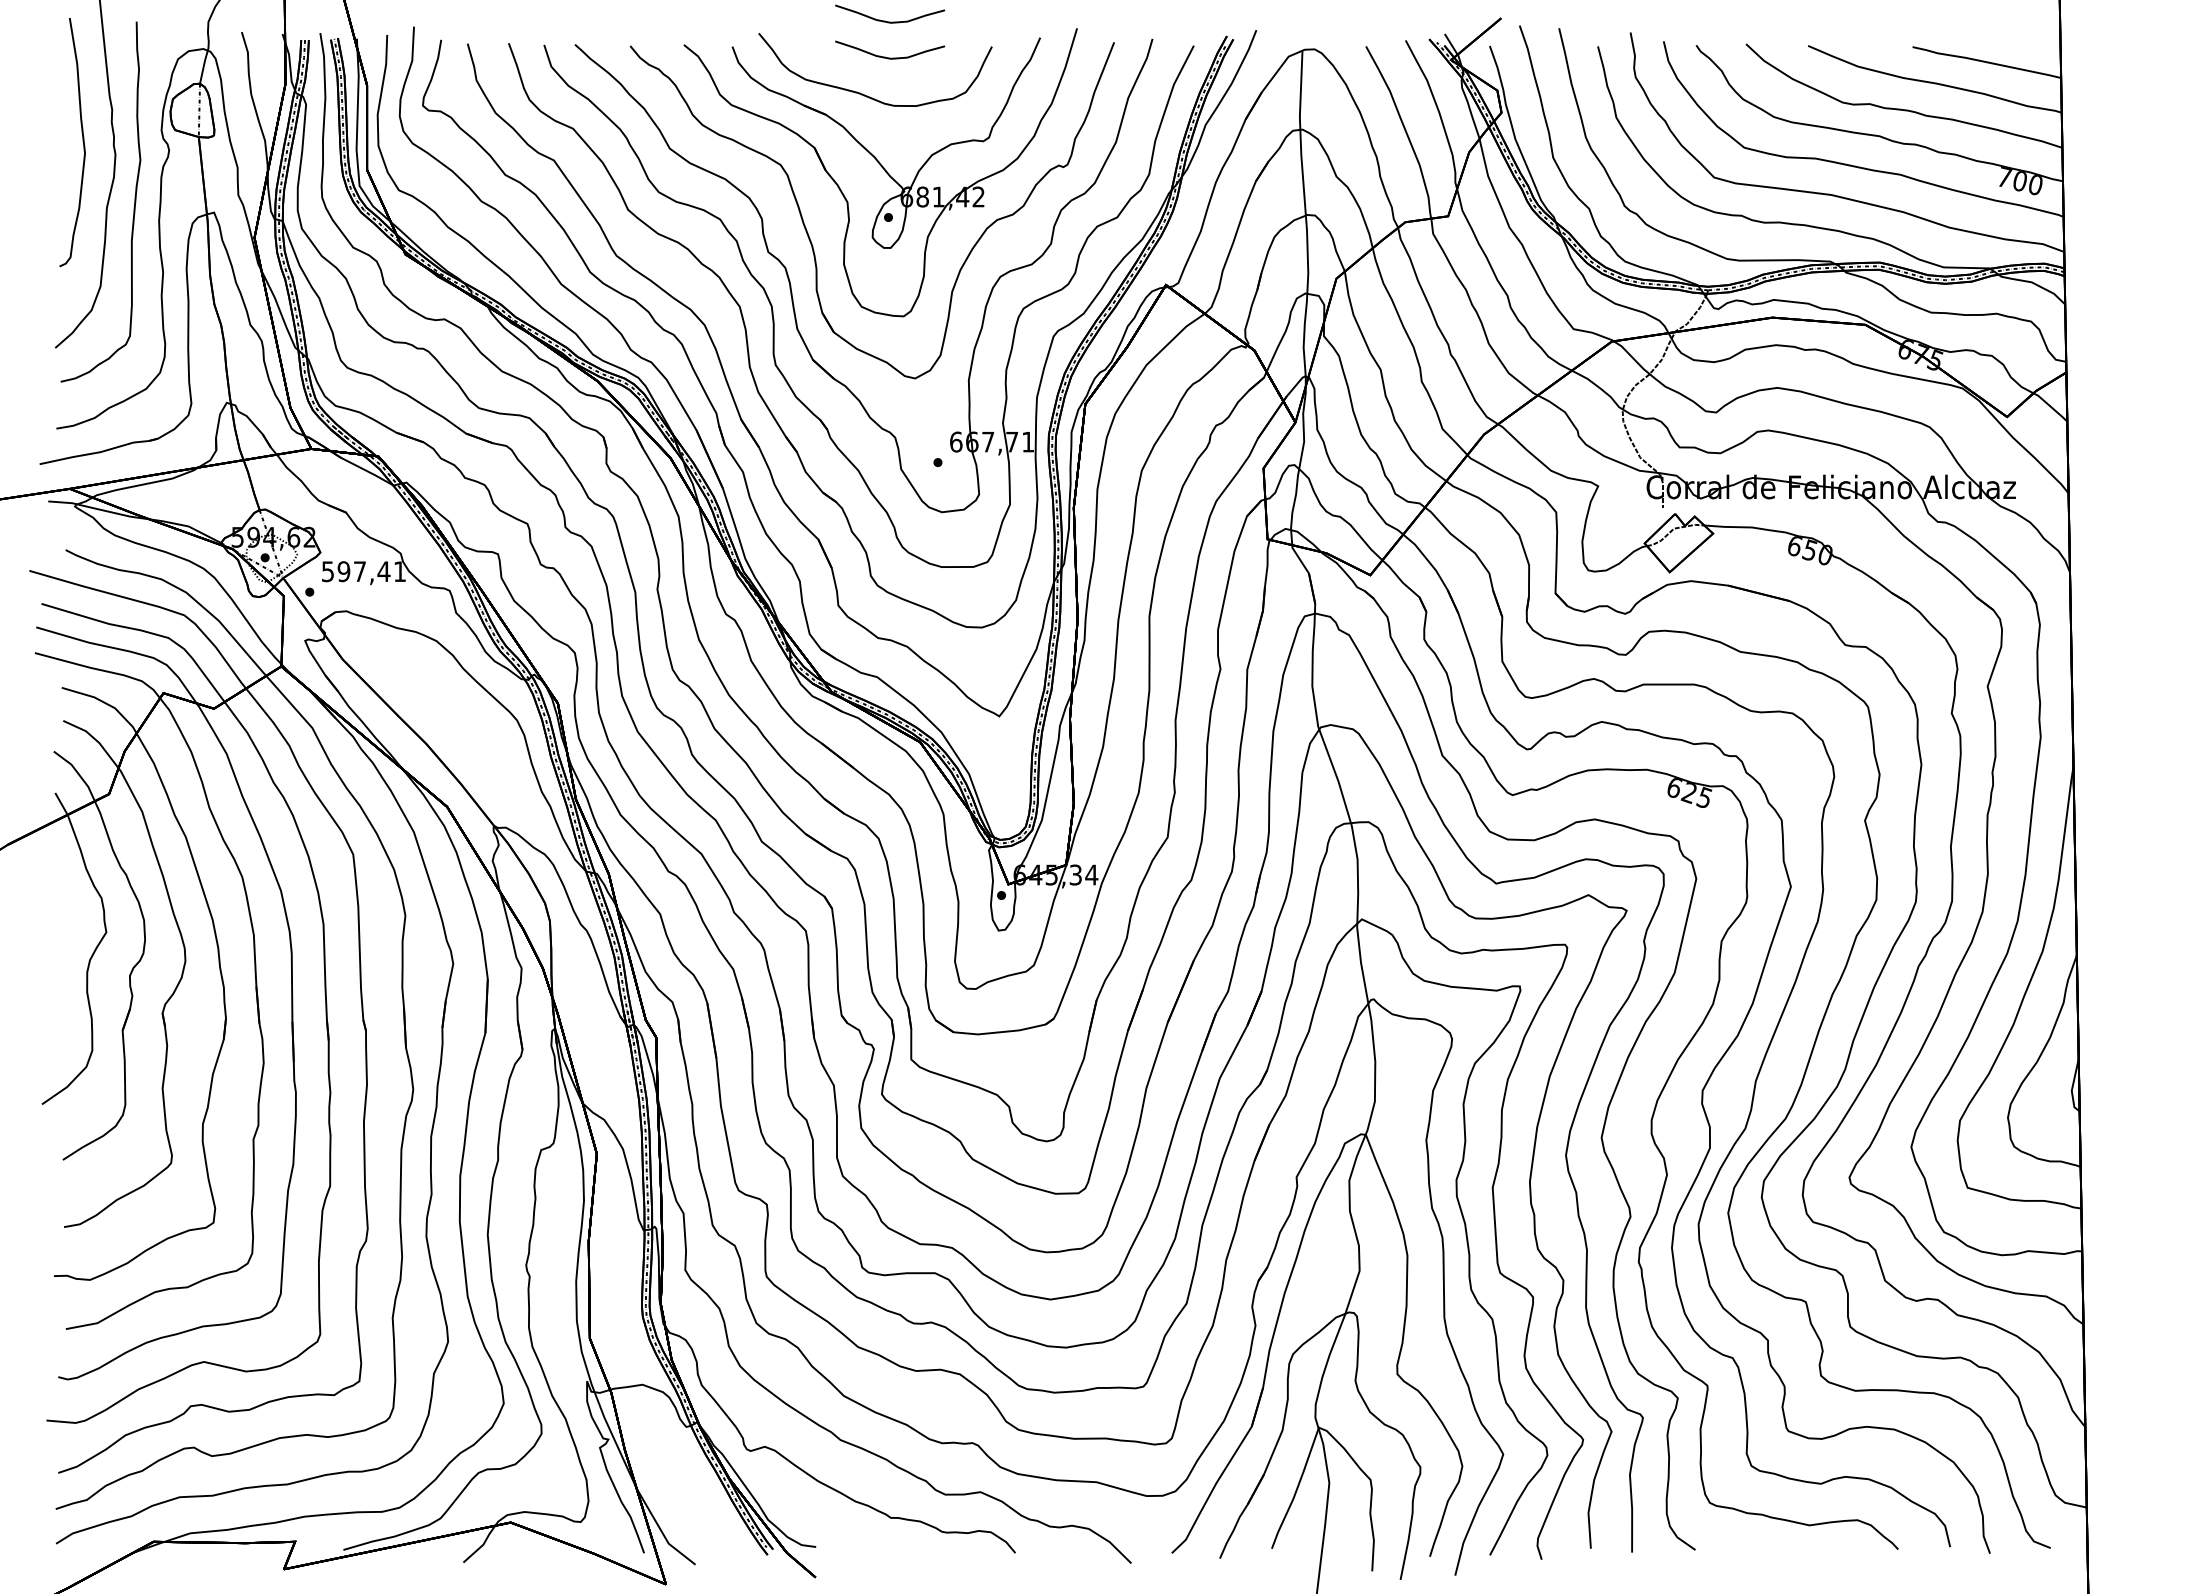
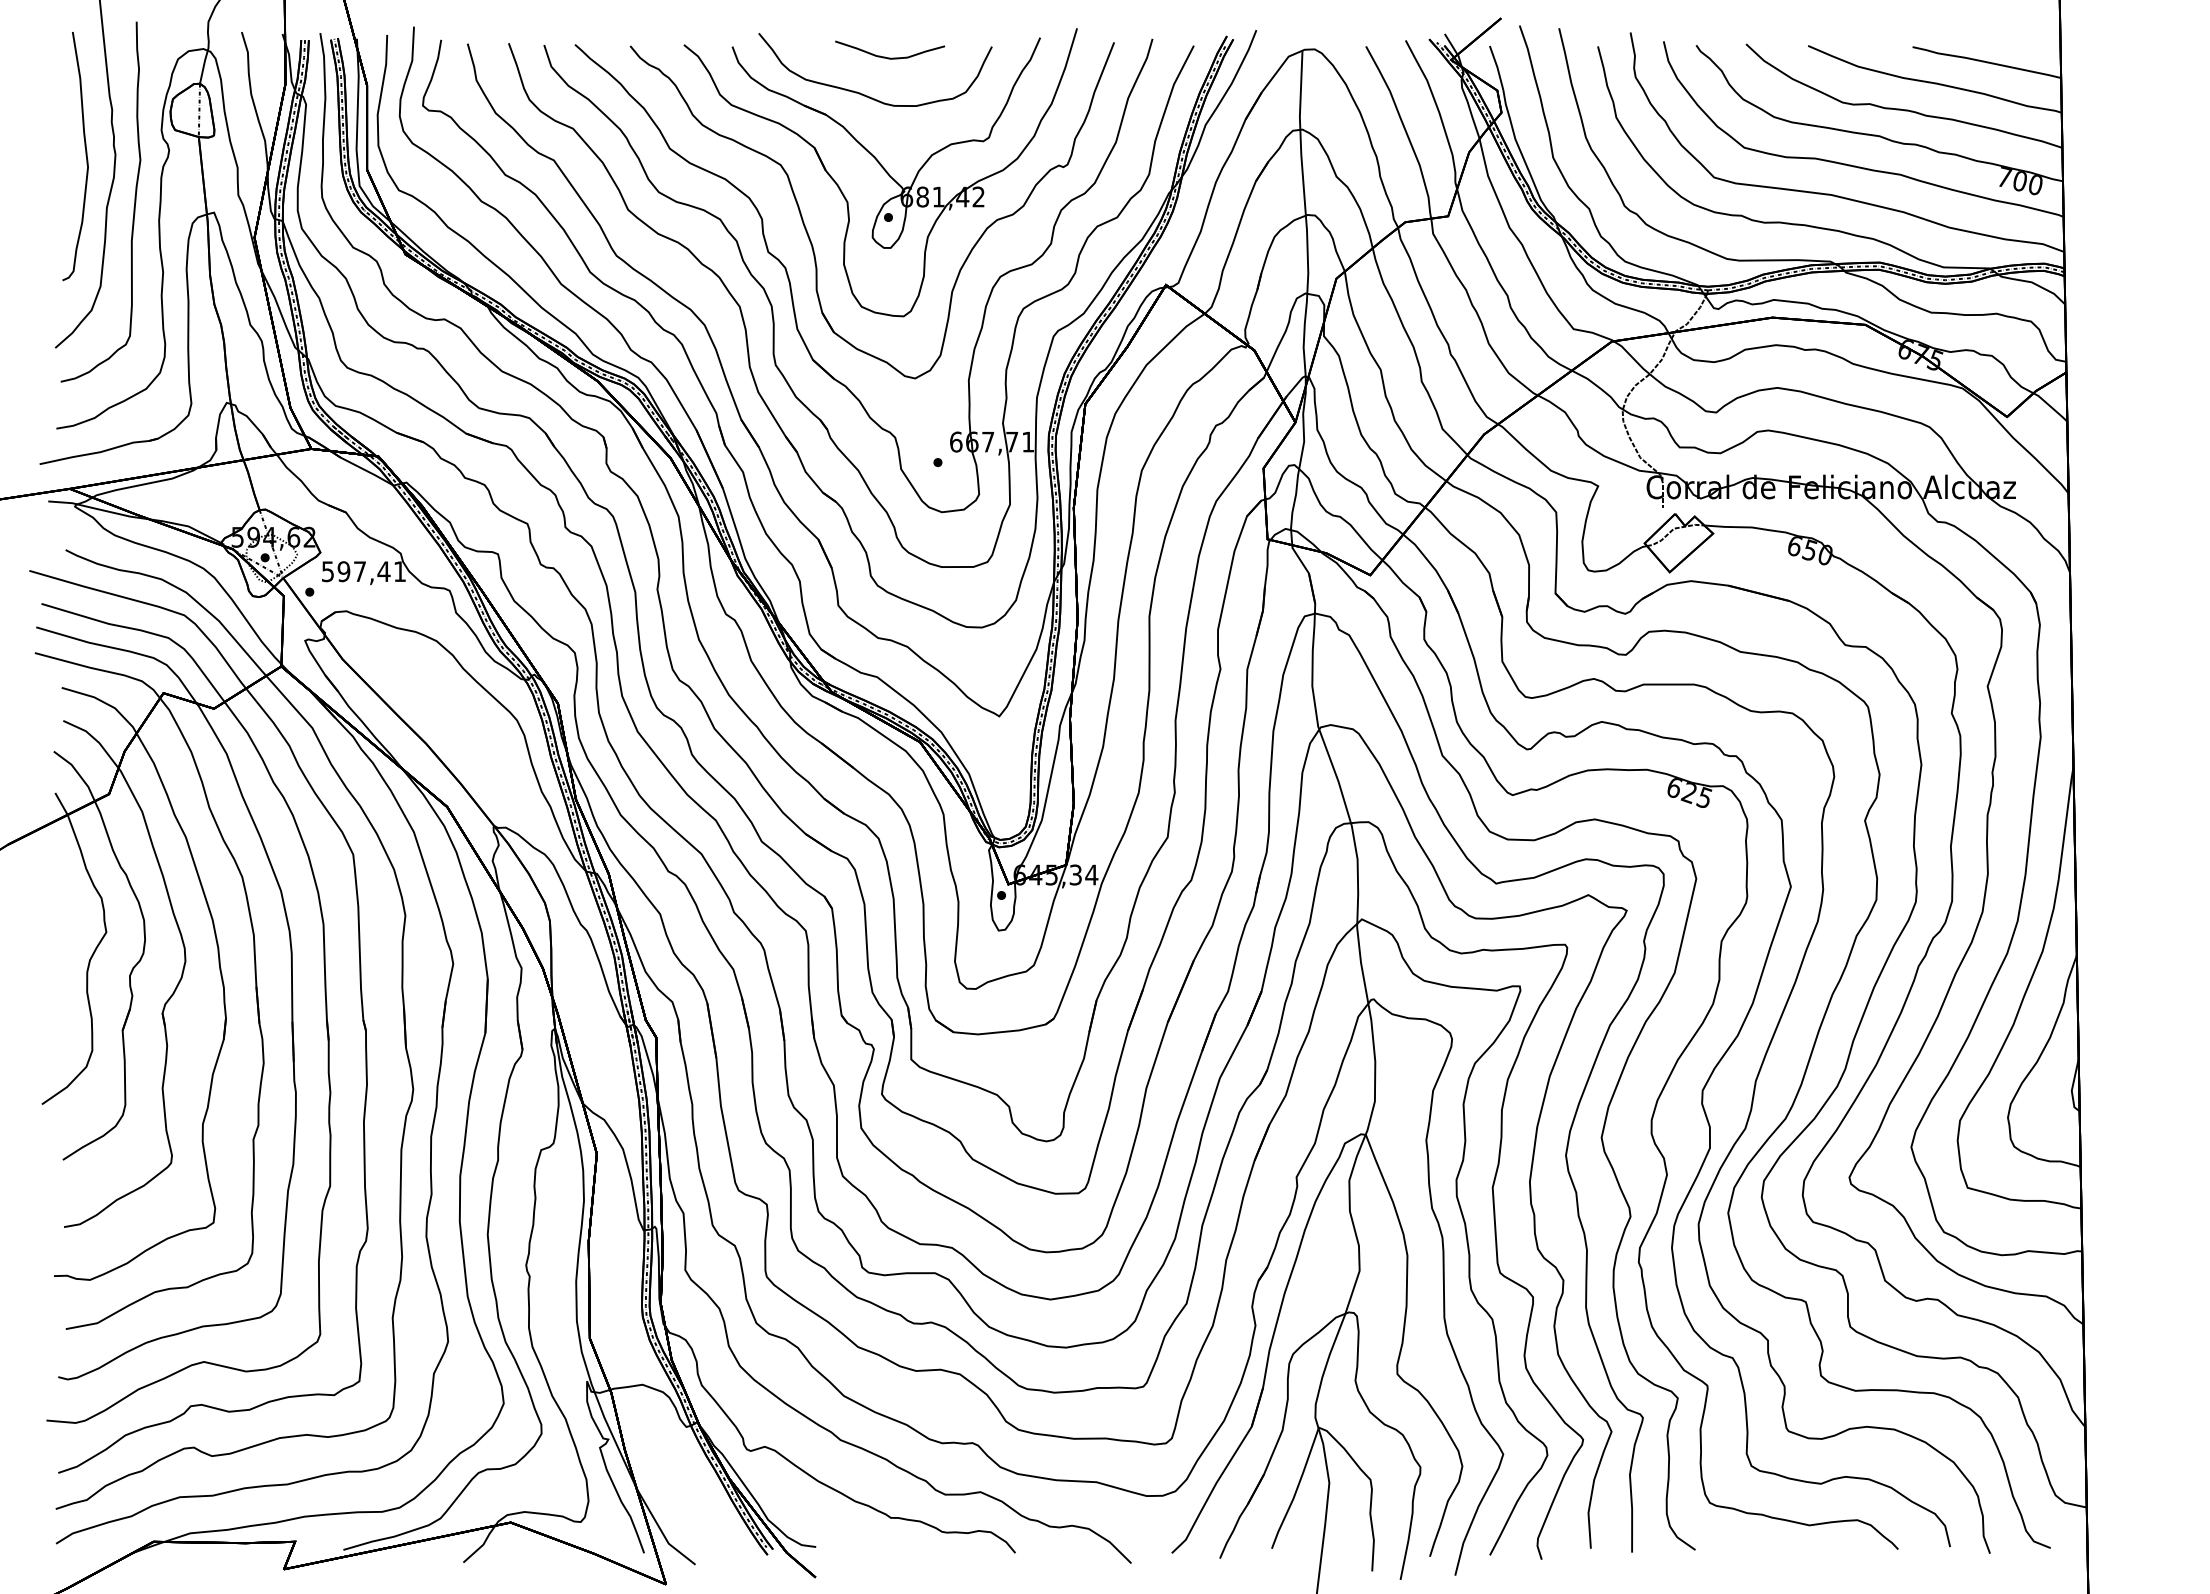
curve at (890, 21): present -> none
curve at (82, 141) position: (82, 141) -> (85, 155)
